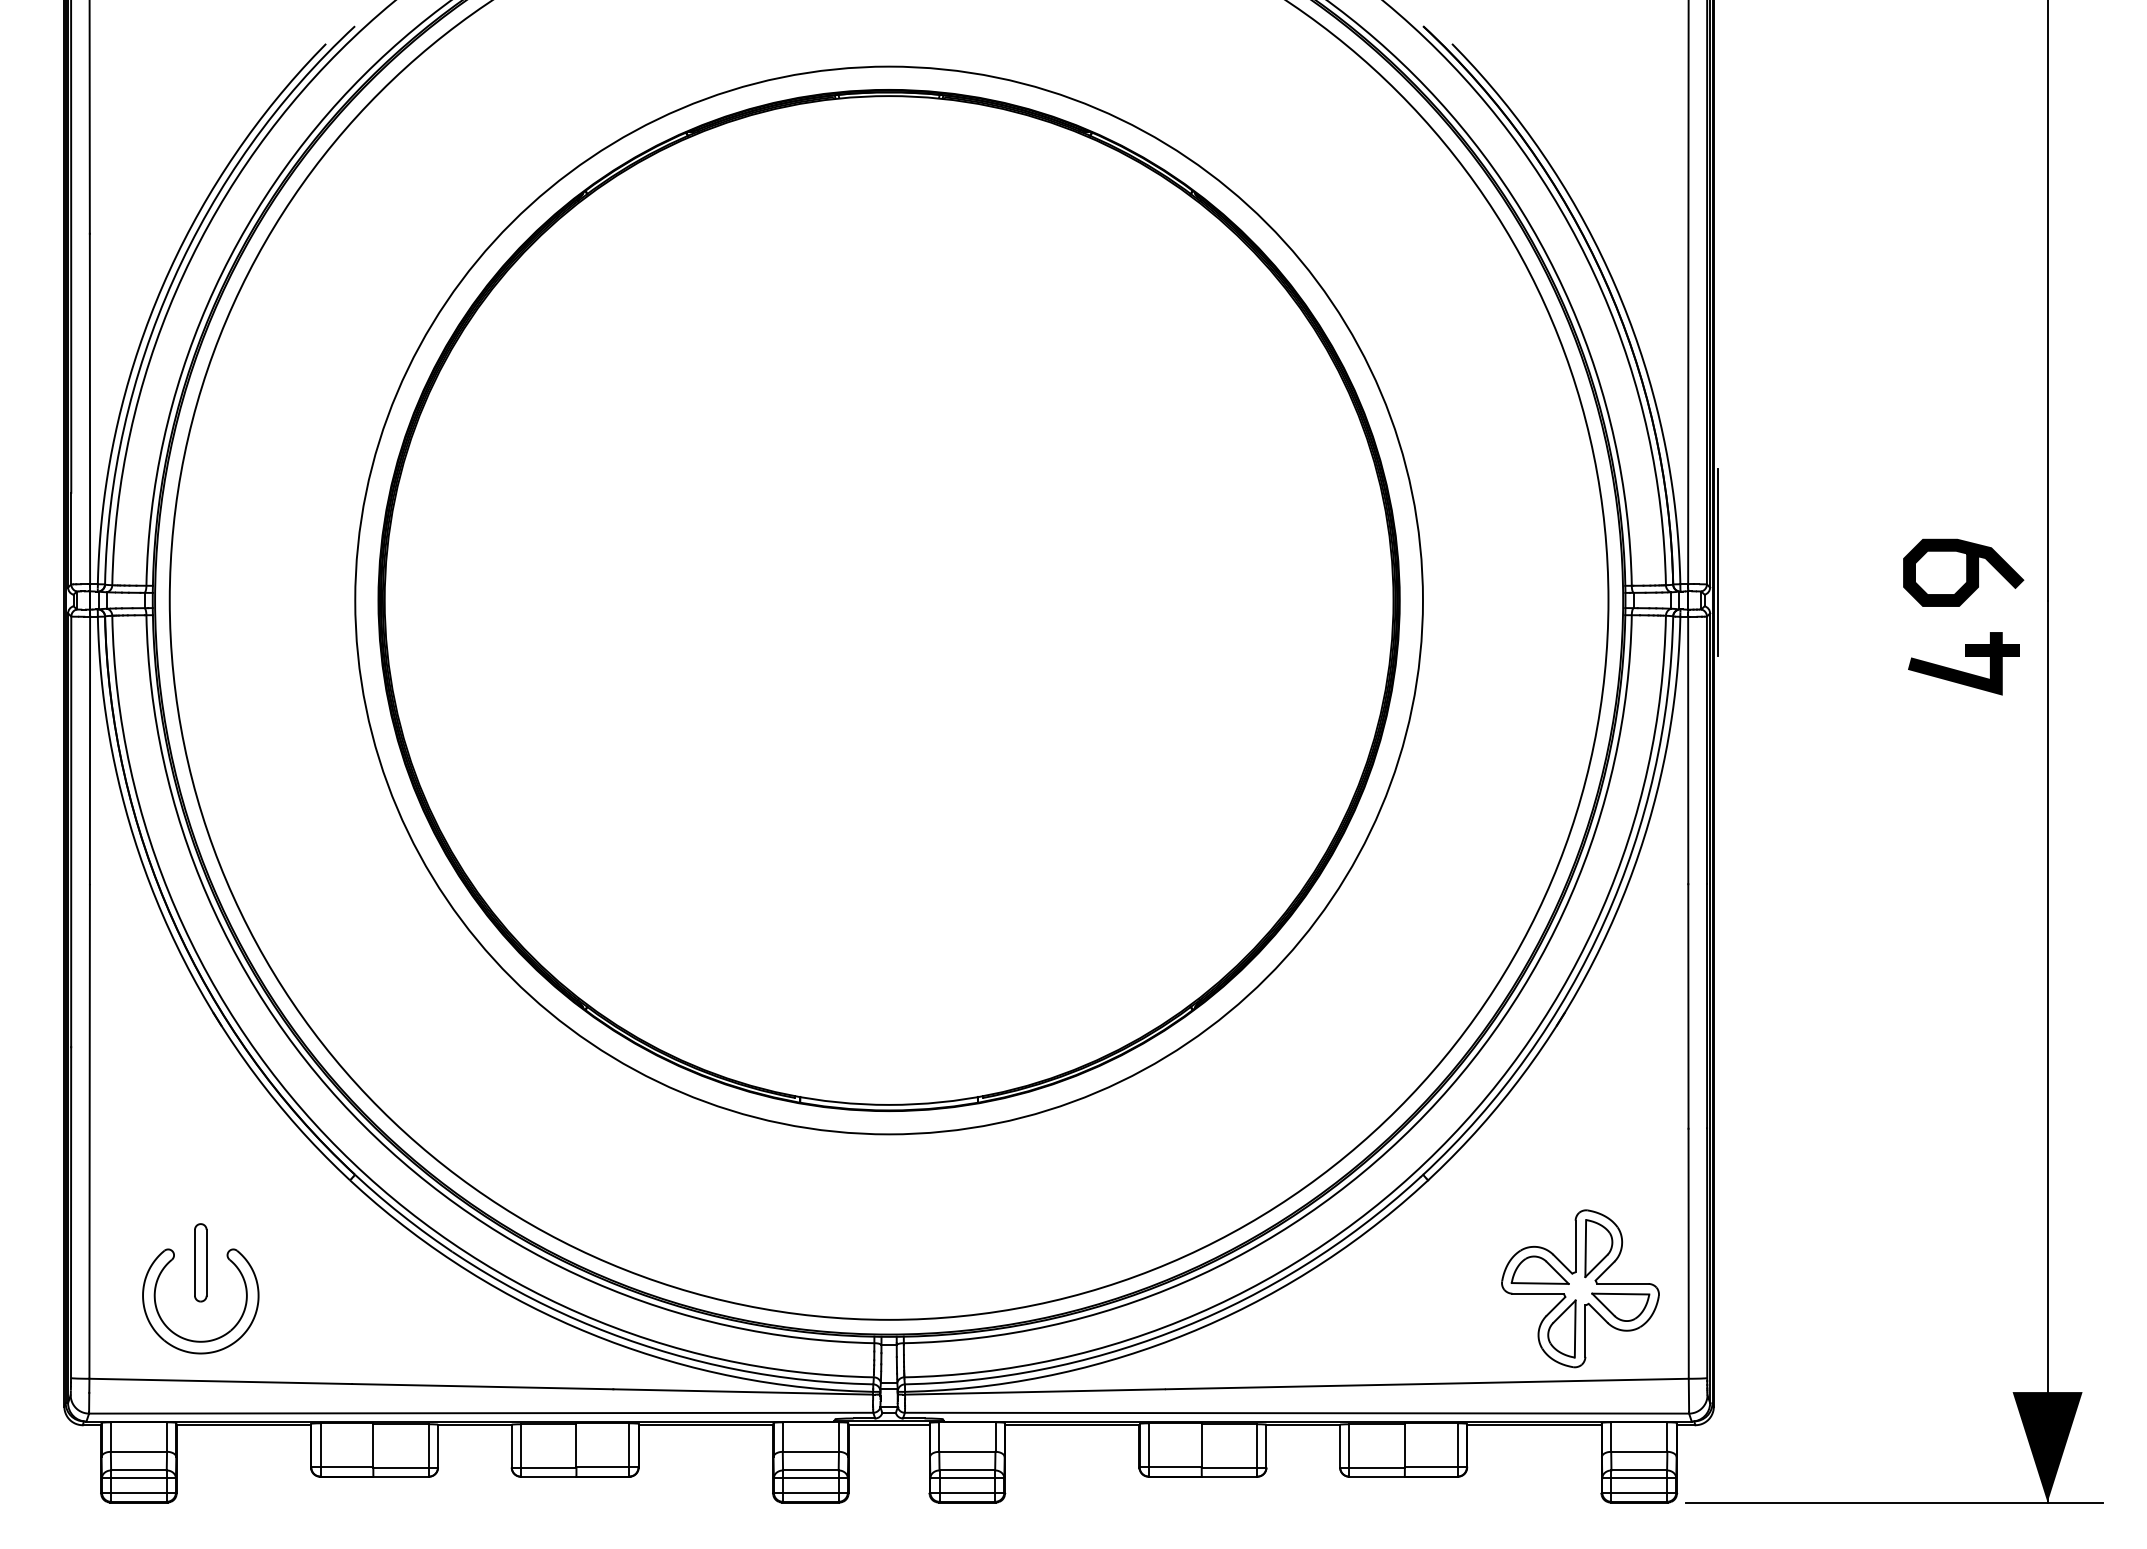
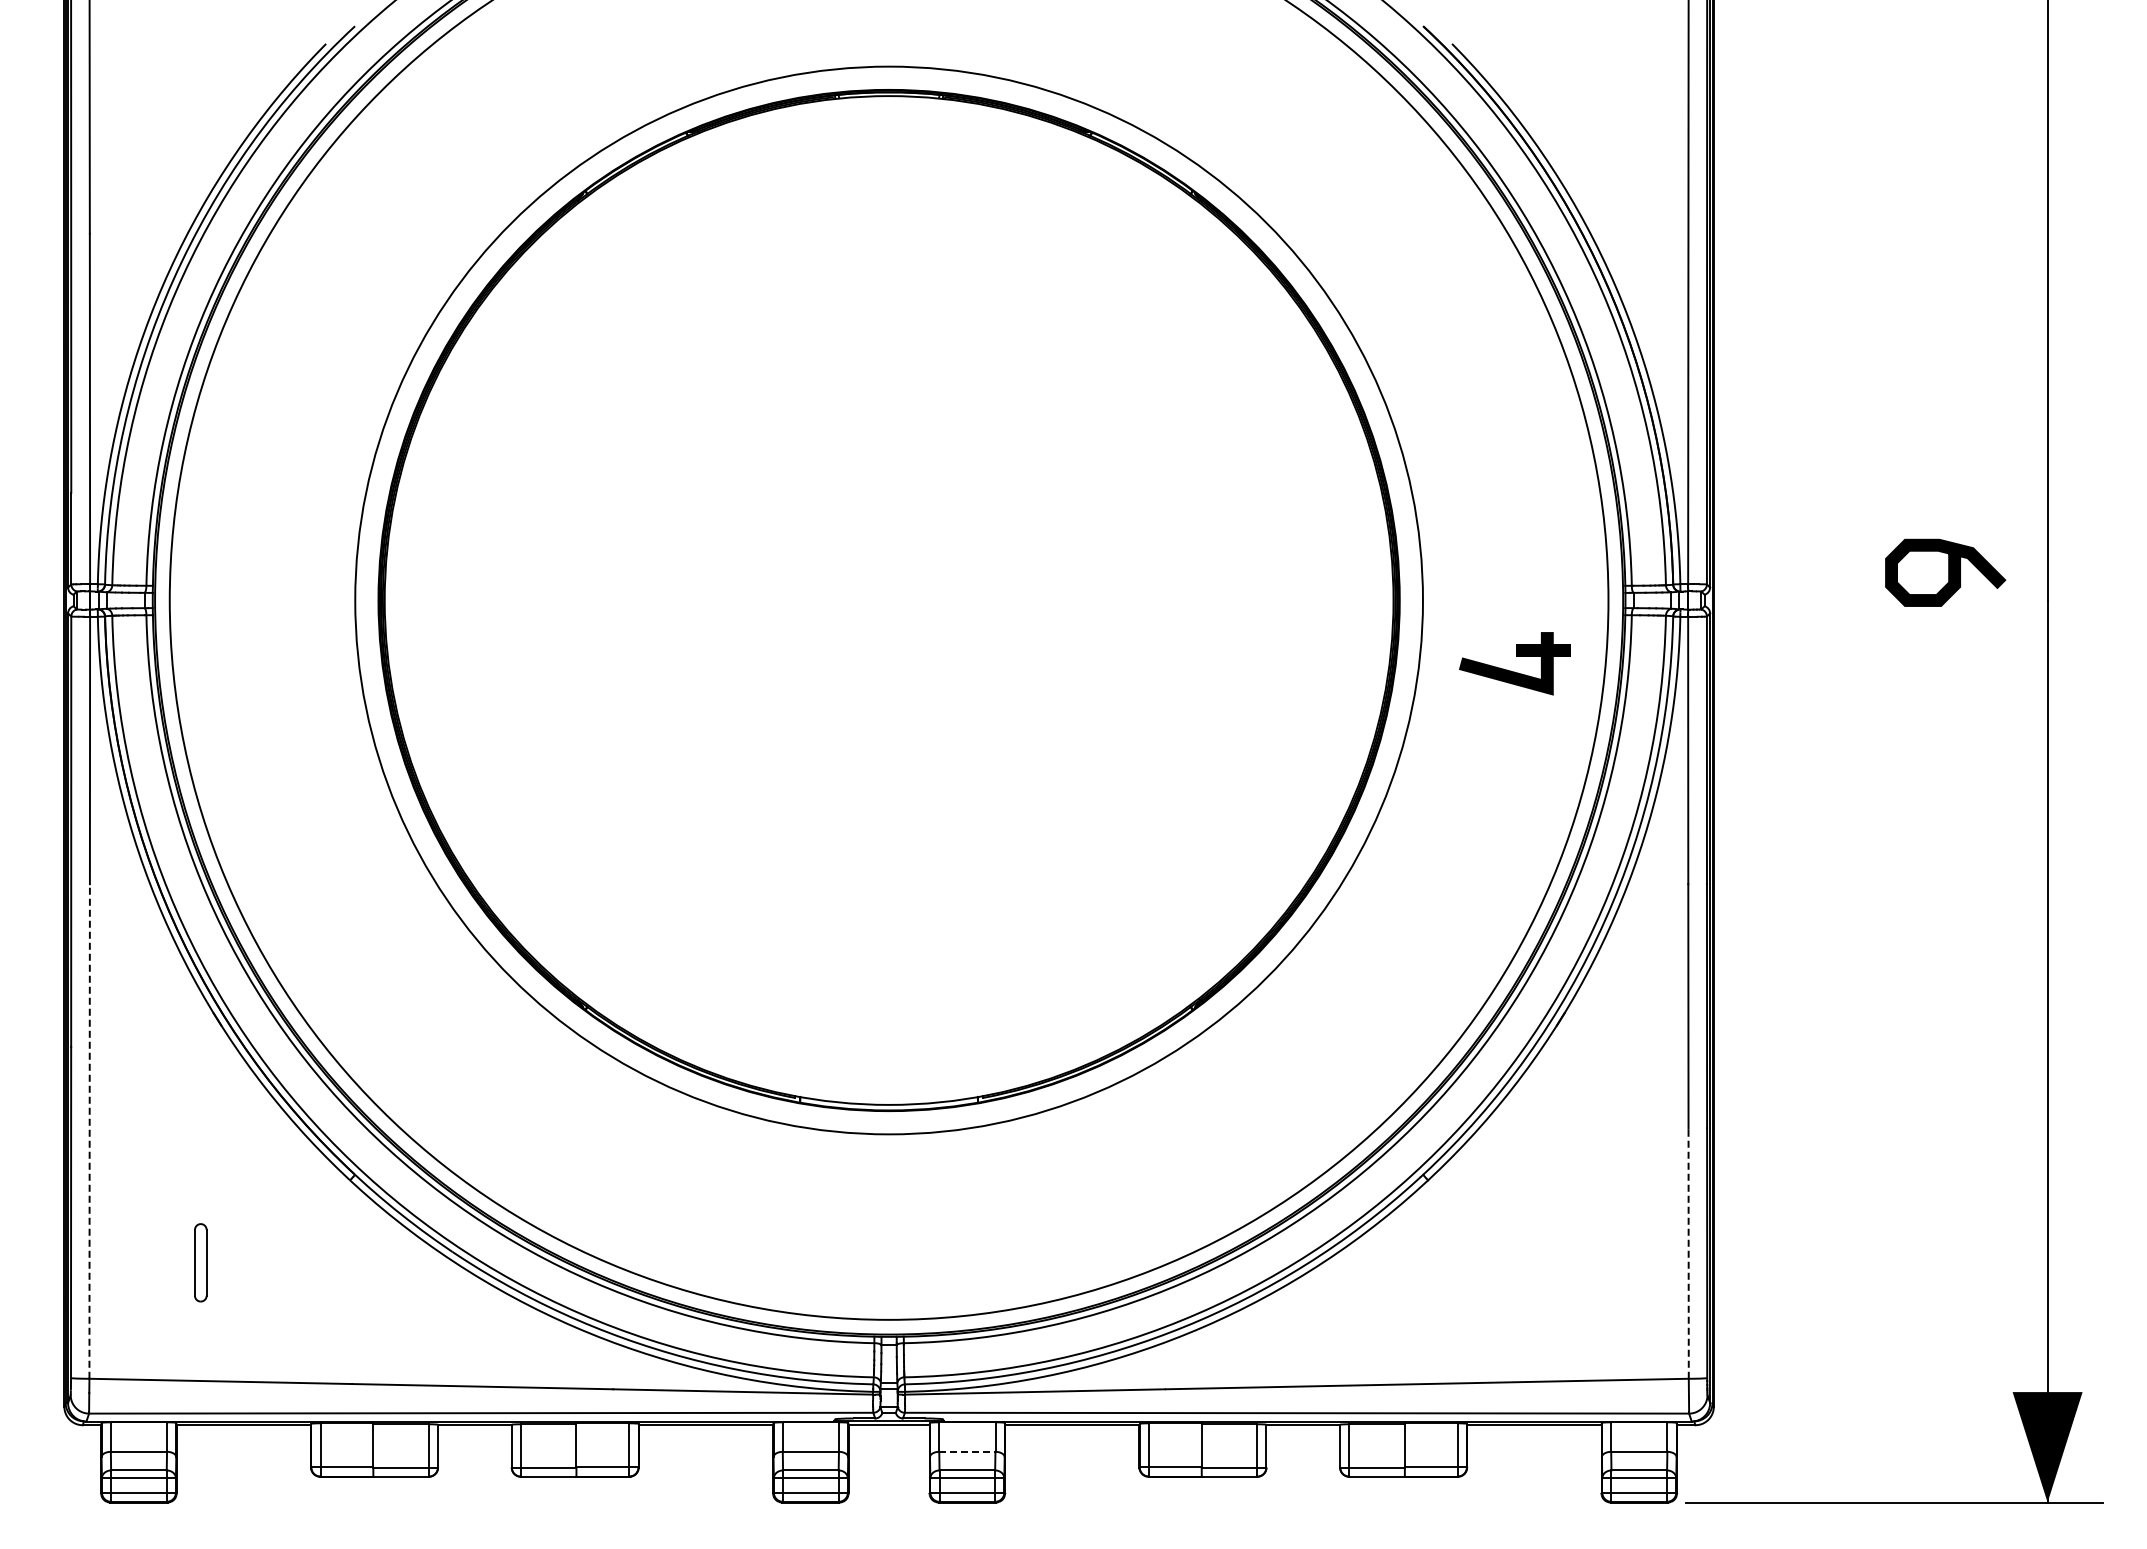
line at (1717, 562): present -> none
curve at (1966, 572) position: (1966, 572) -> (1948, 572)
part at (1965, 656) position: (1965, 656) -> (1516, 656)
line at (89, 1131): solid -> dashed
line at (1688, 1253): solid -> dashed
part at (1580, 1288): present -> none
part at (200, 1340): present -> none
line at (967, 1451): solid -> dashed
